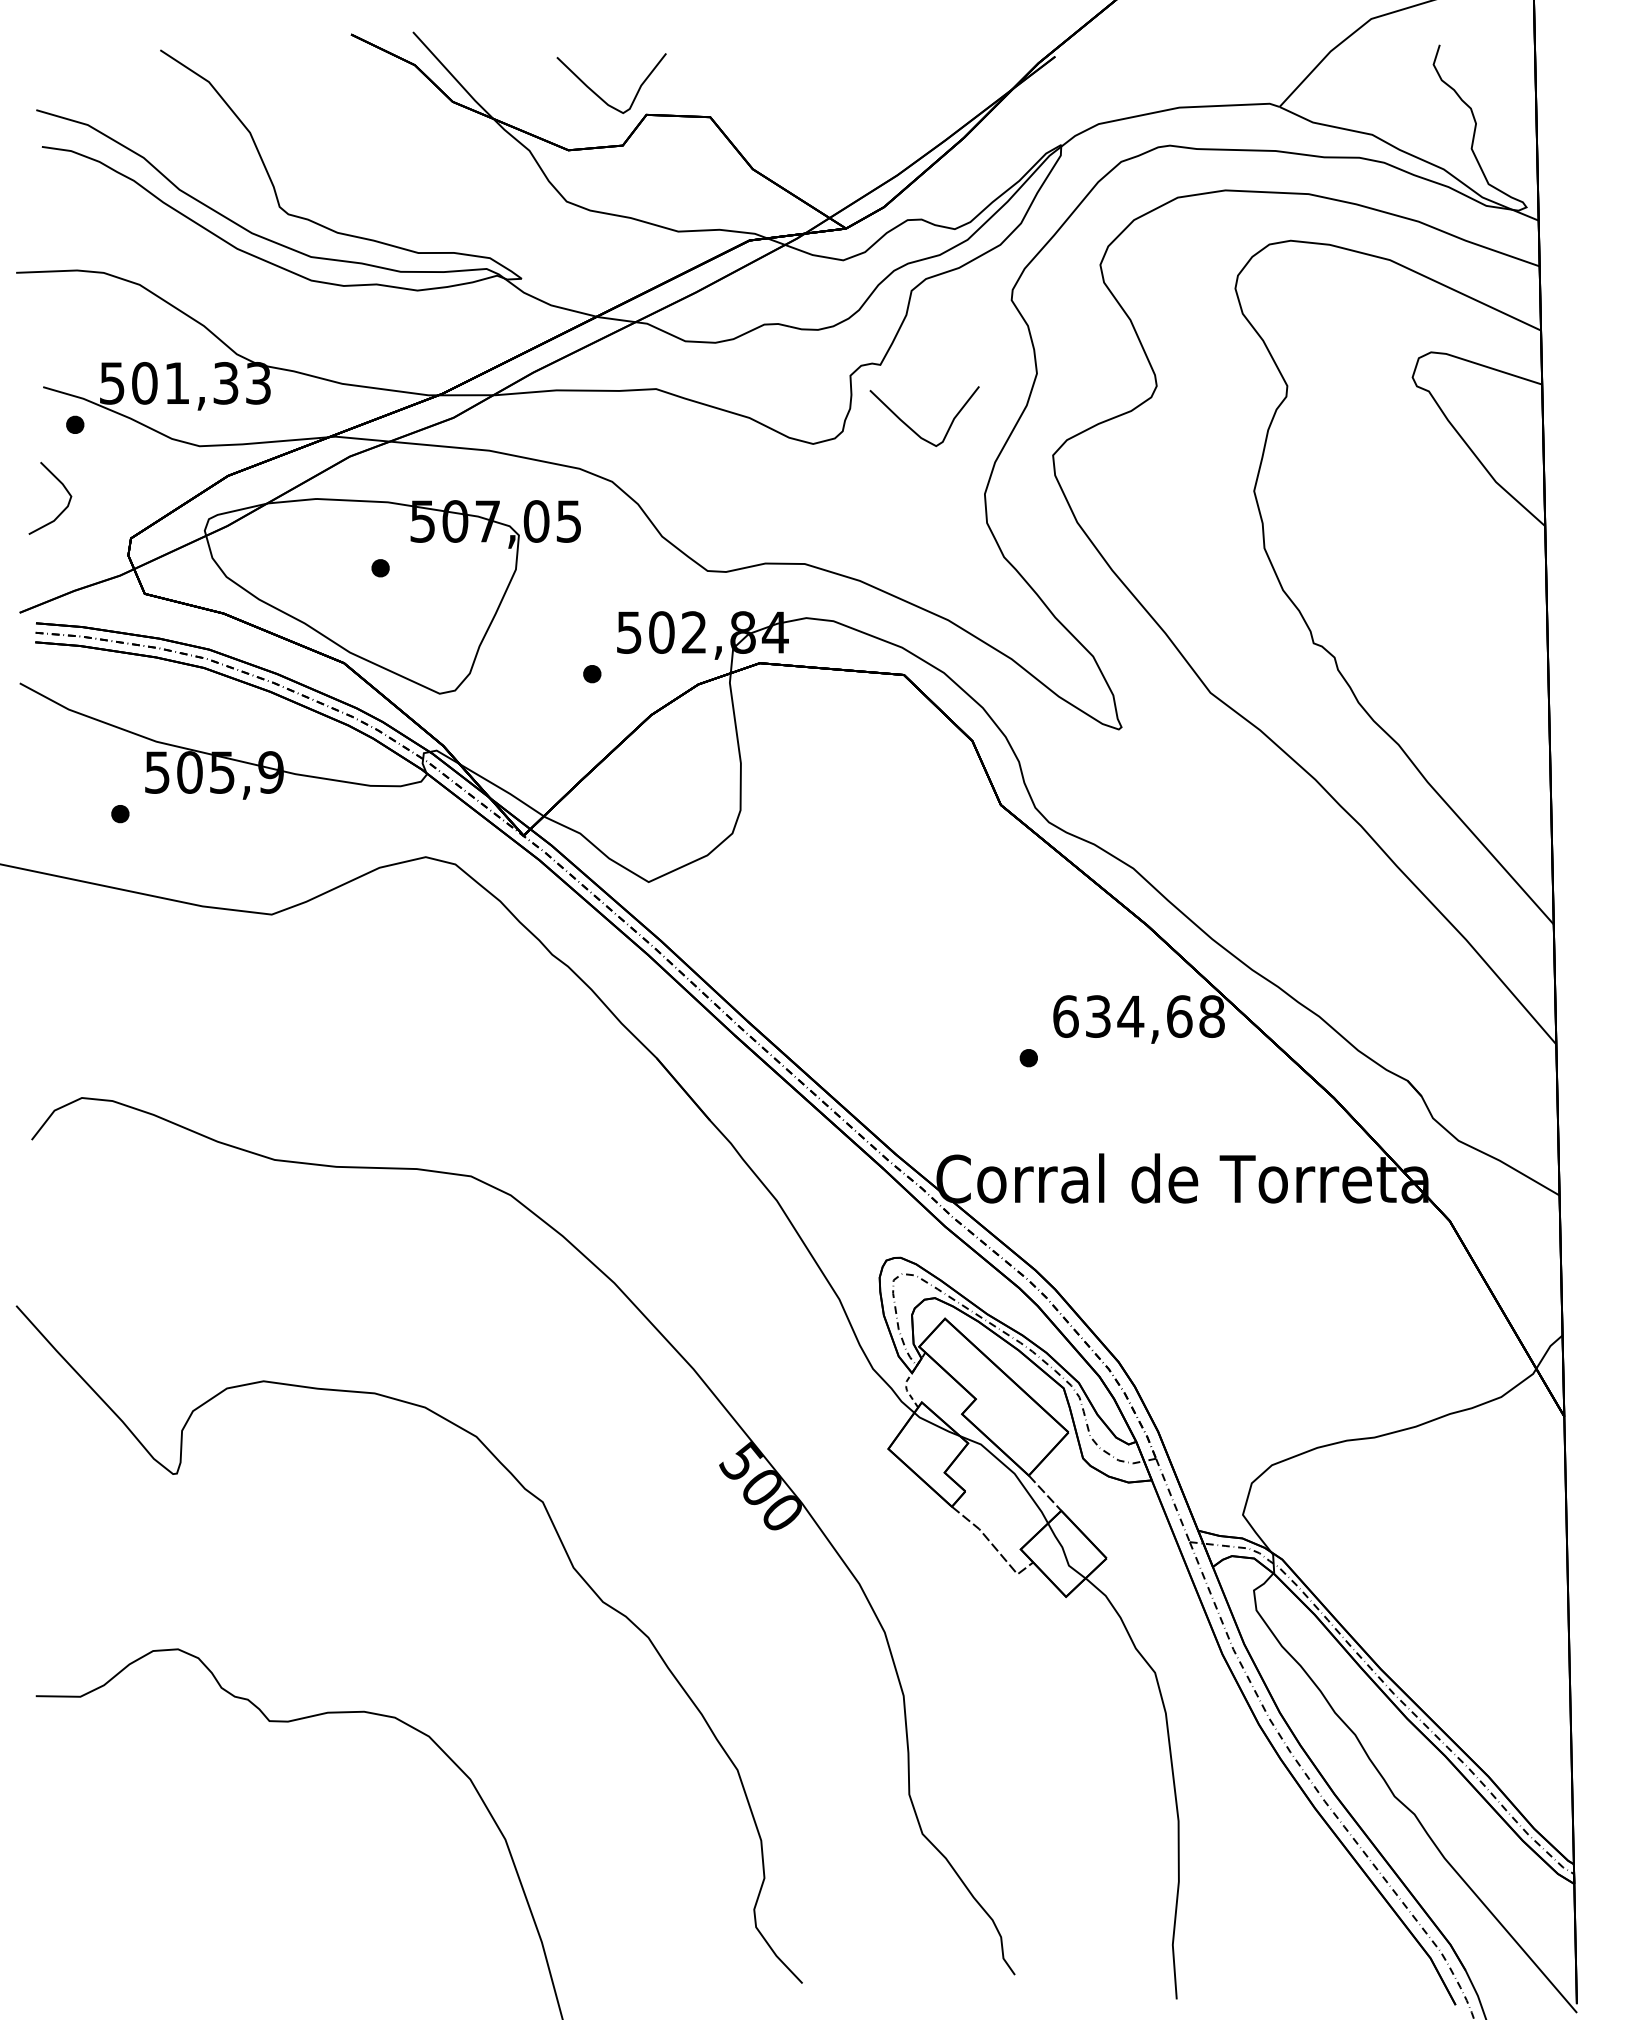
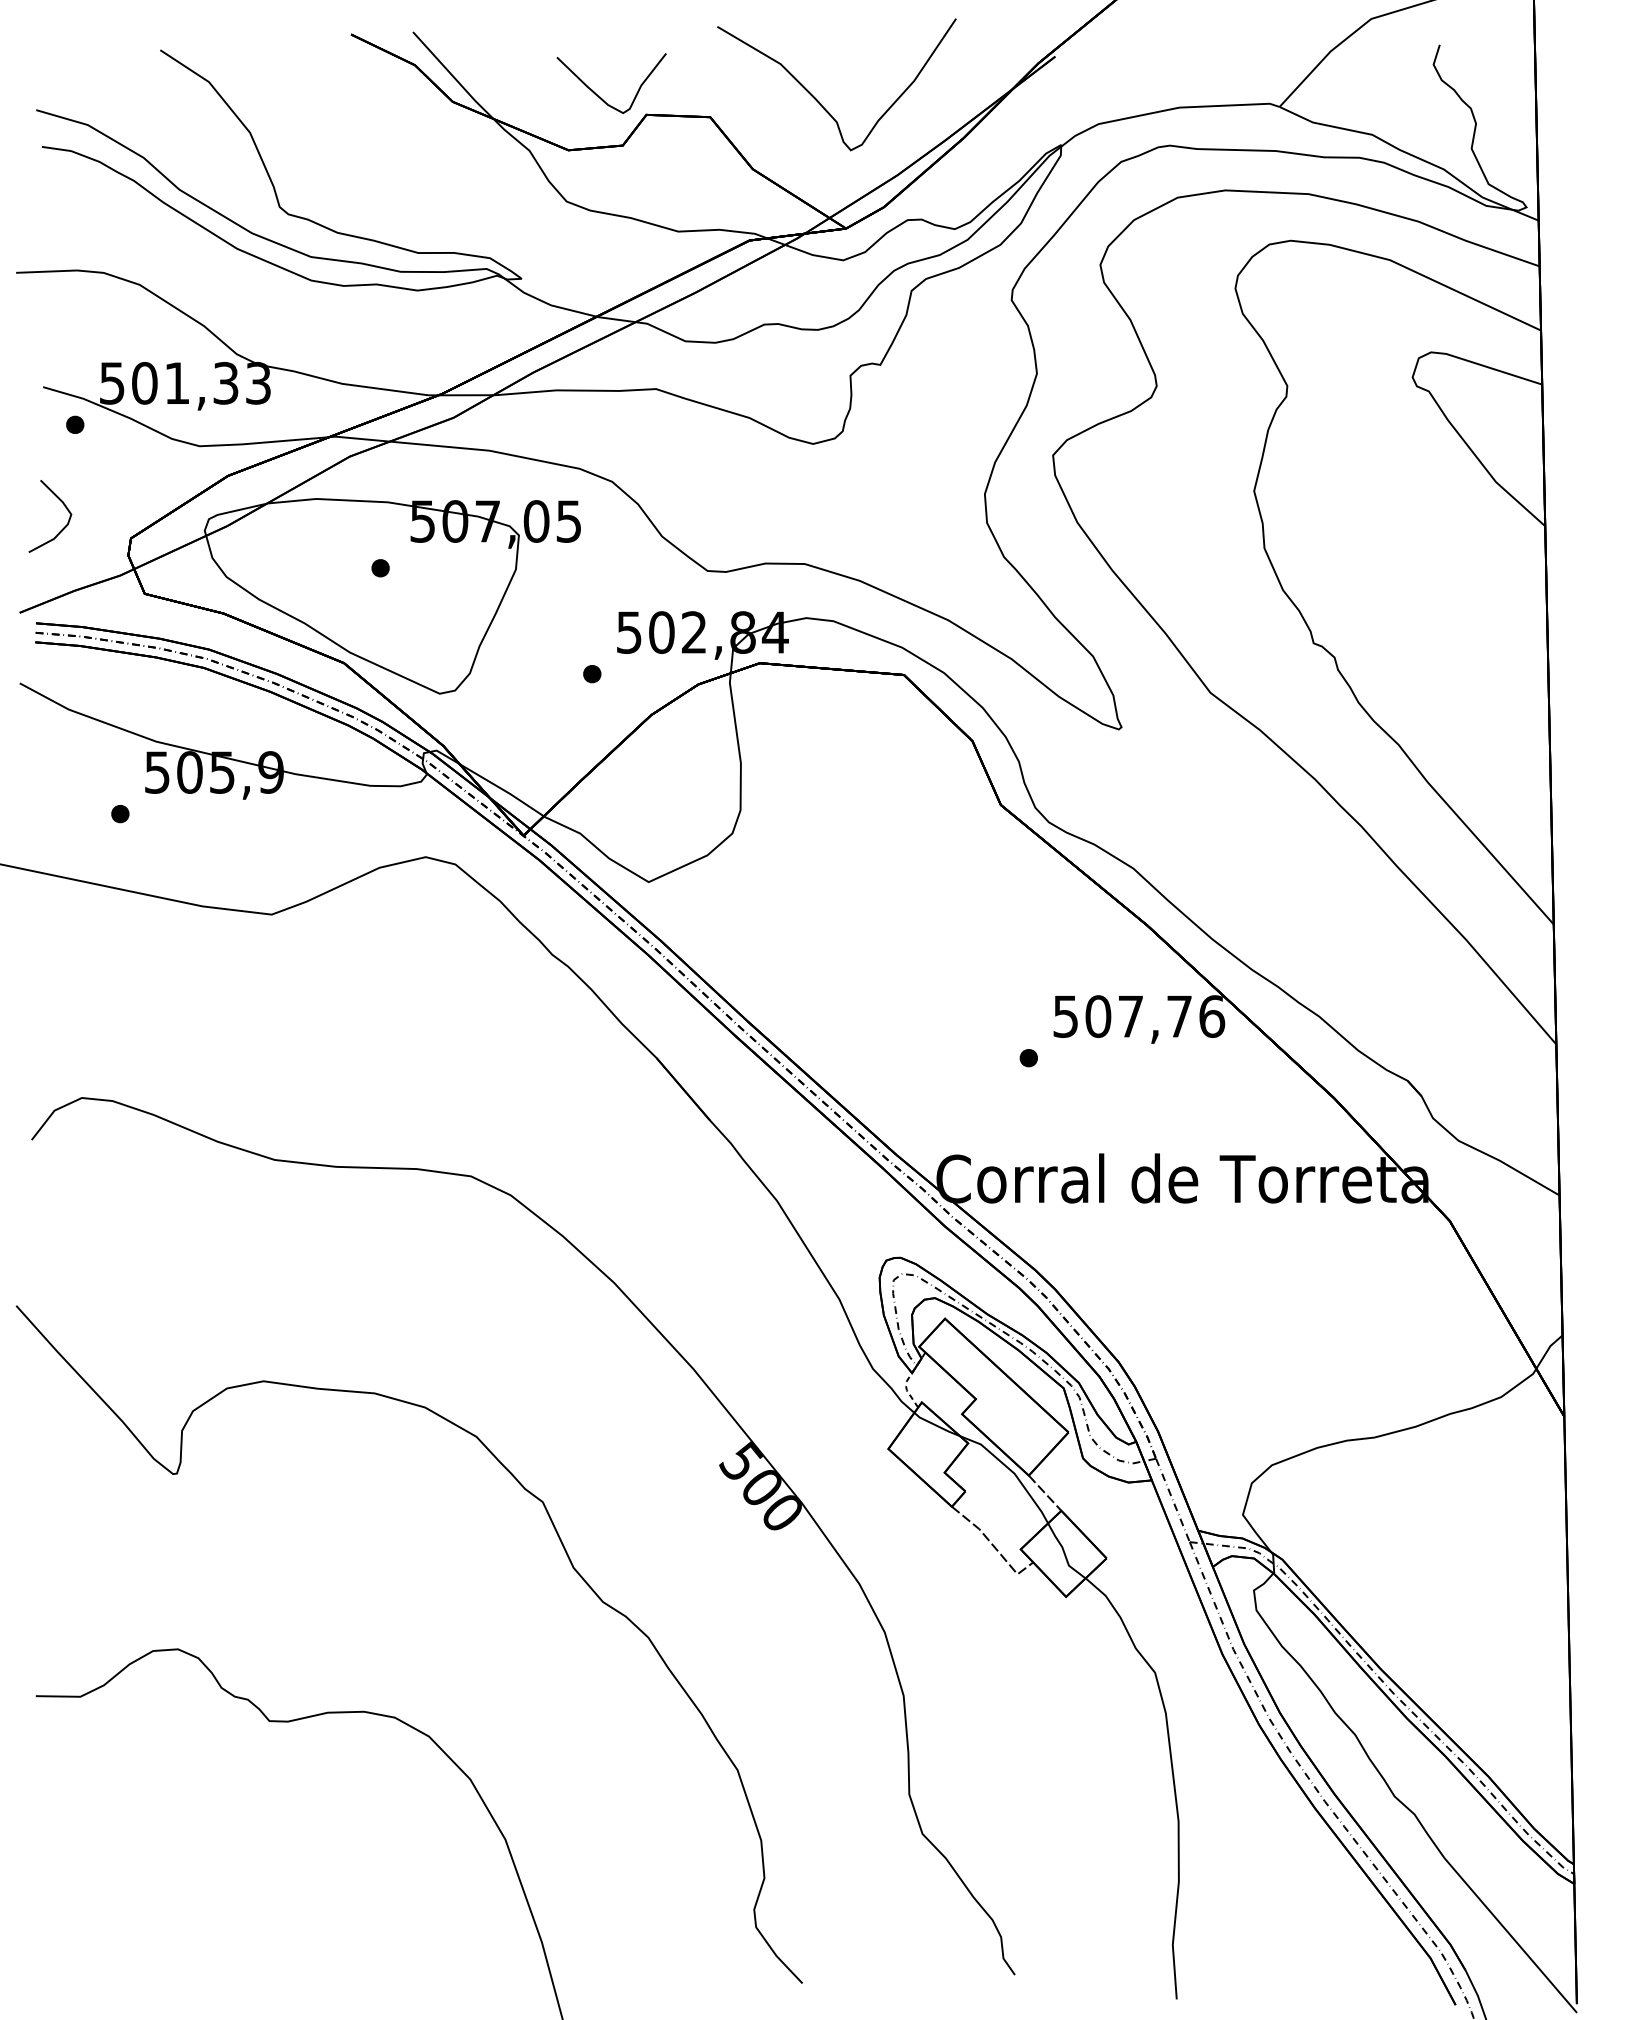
curve at (819, 101): none -> present
curve at (913, 429): present -> none
curve at (63, 487) position: (63, 487) -> (63, 505)
text at (1139, 1016): 634,68 -> 507,76
